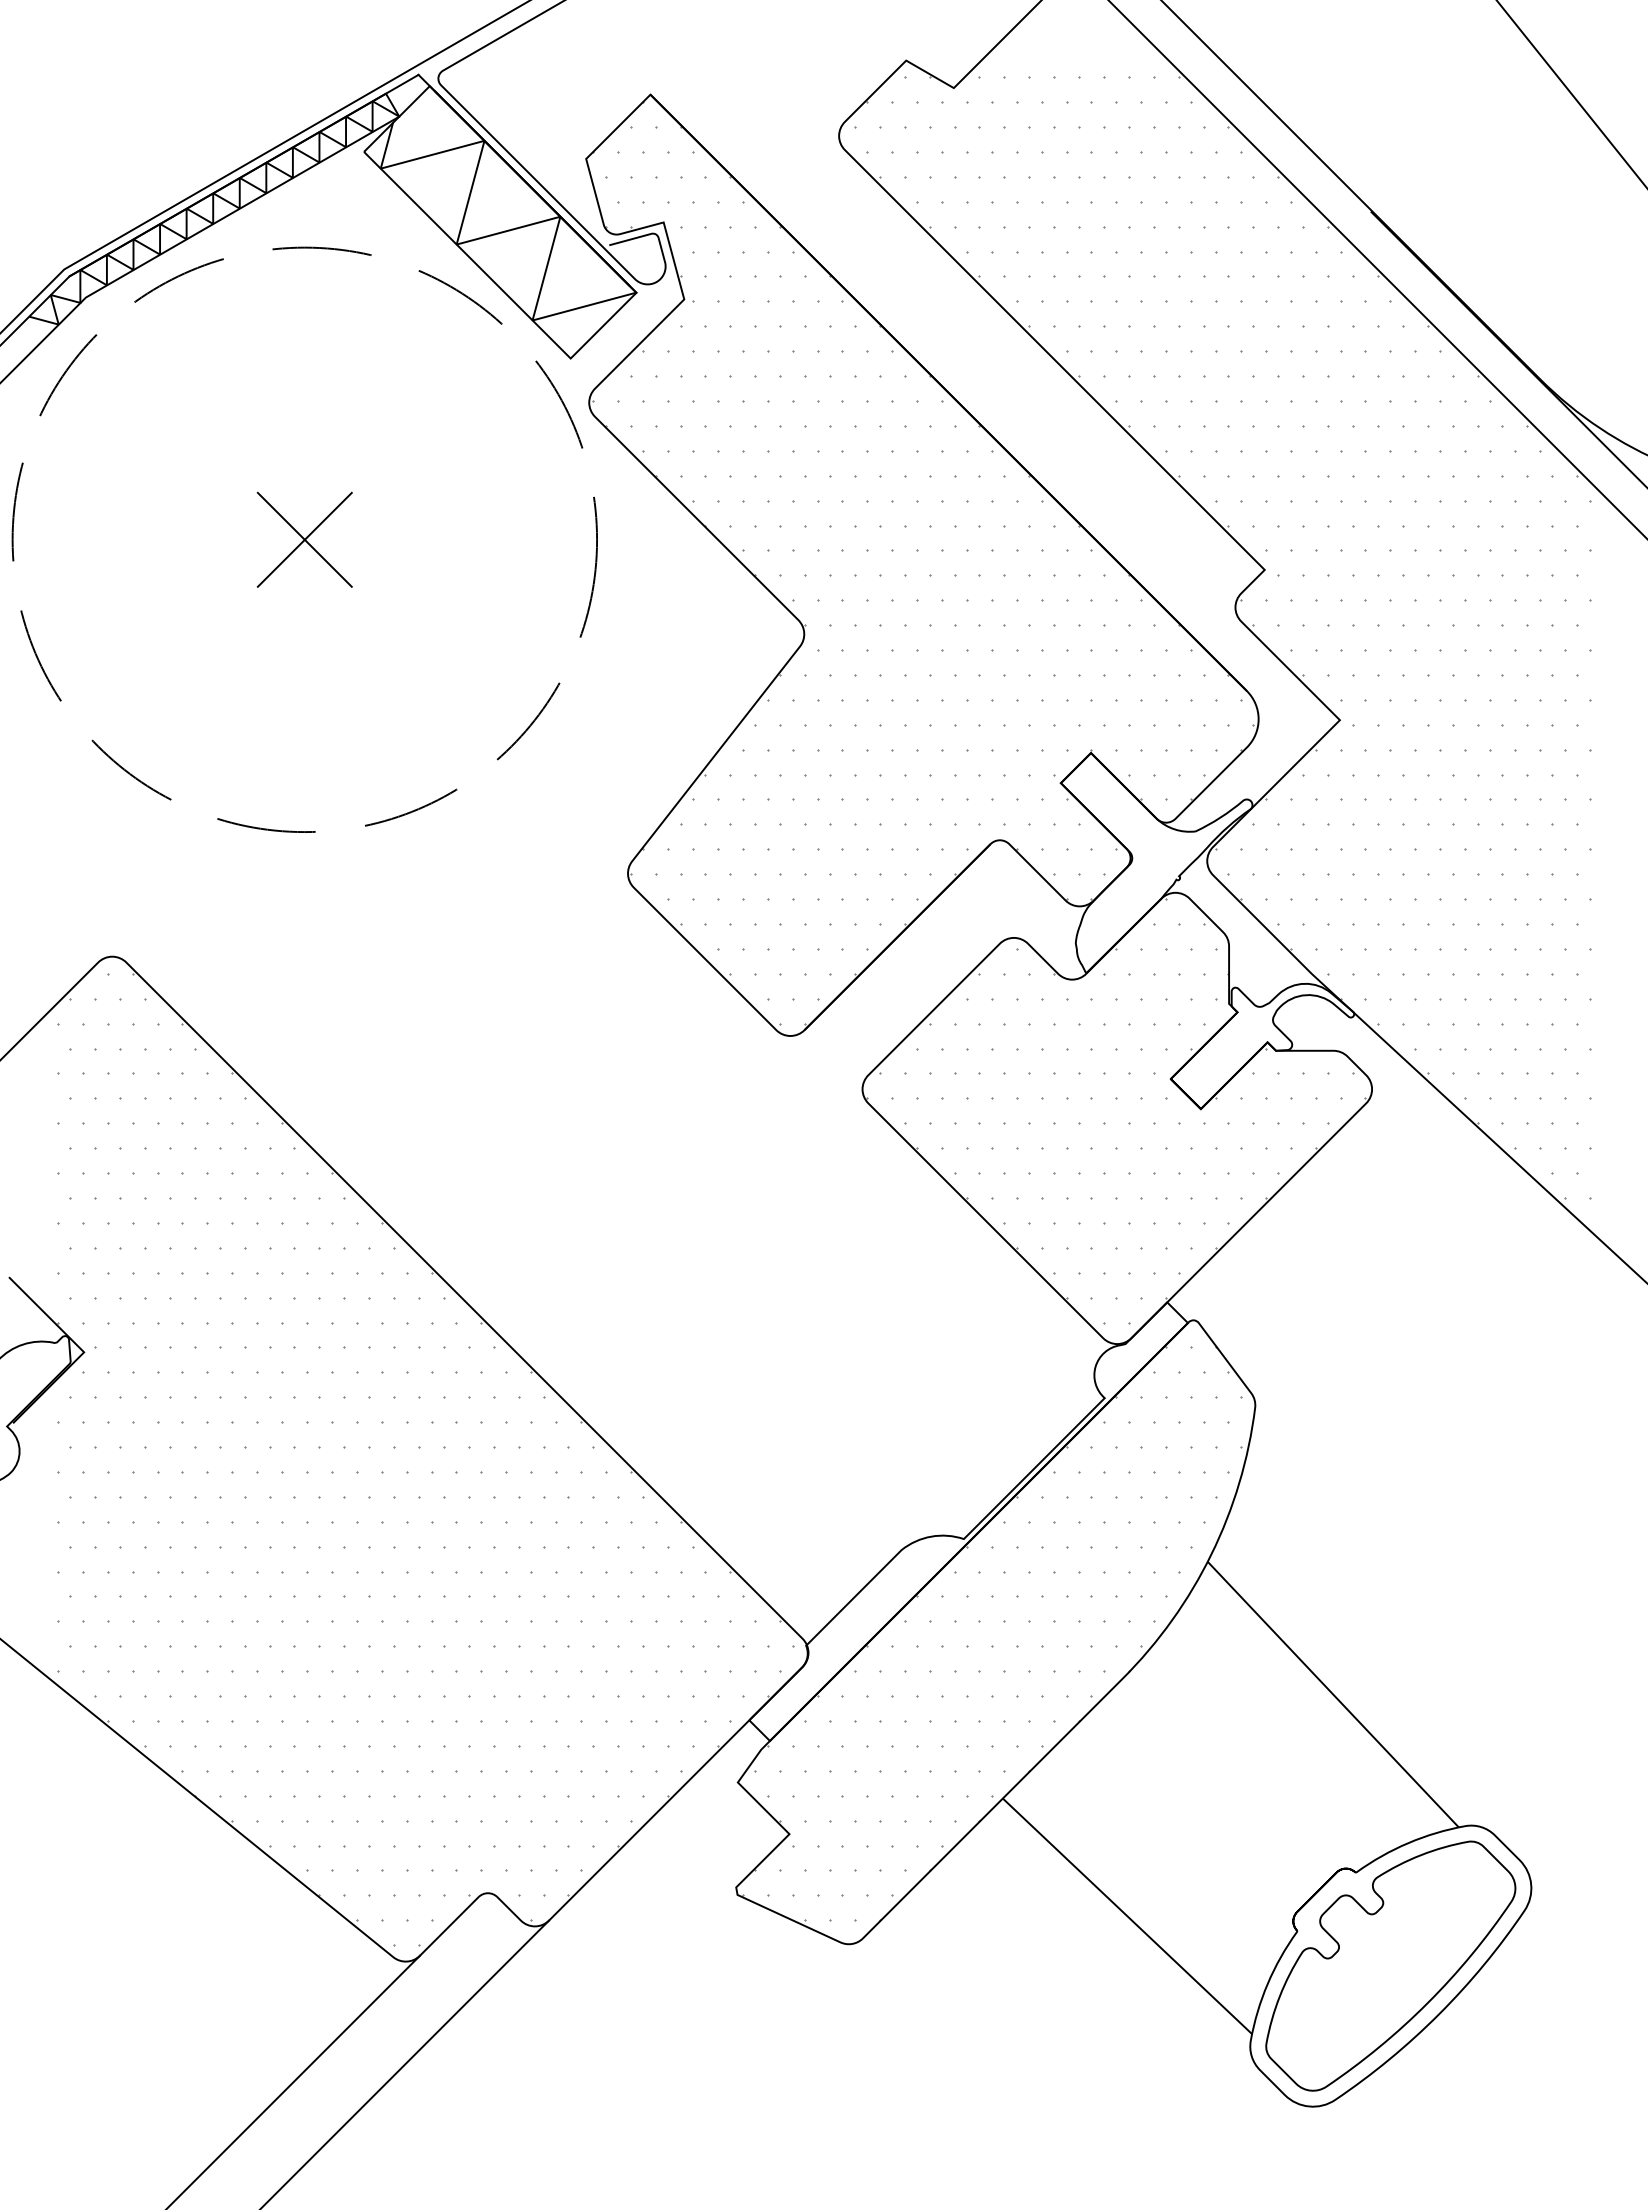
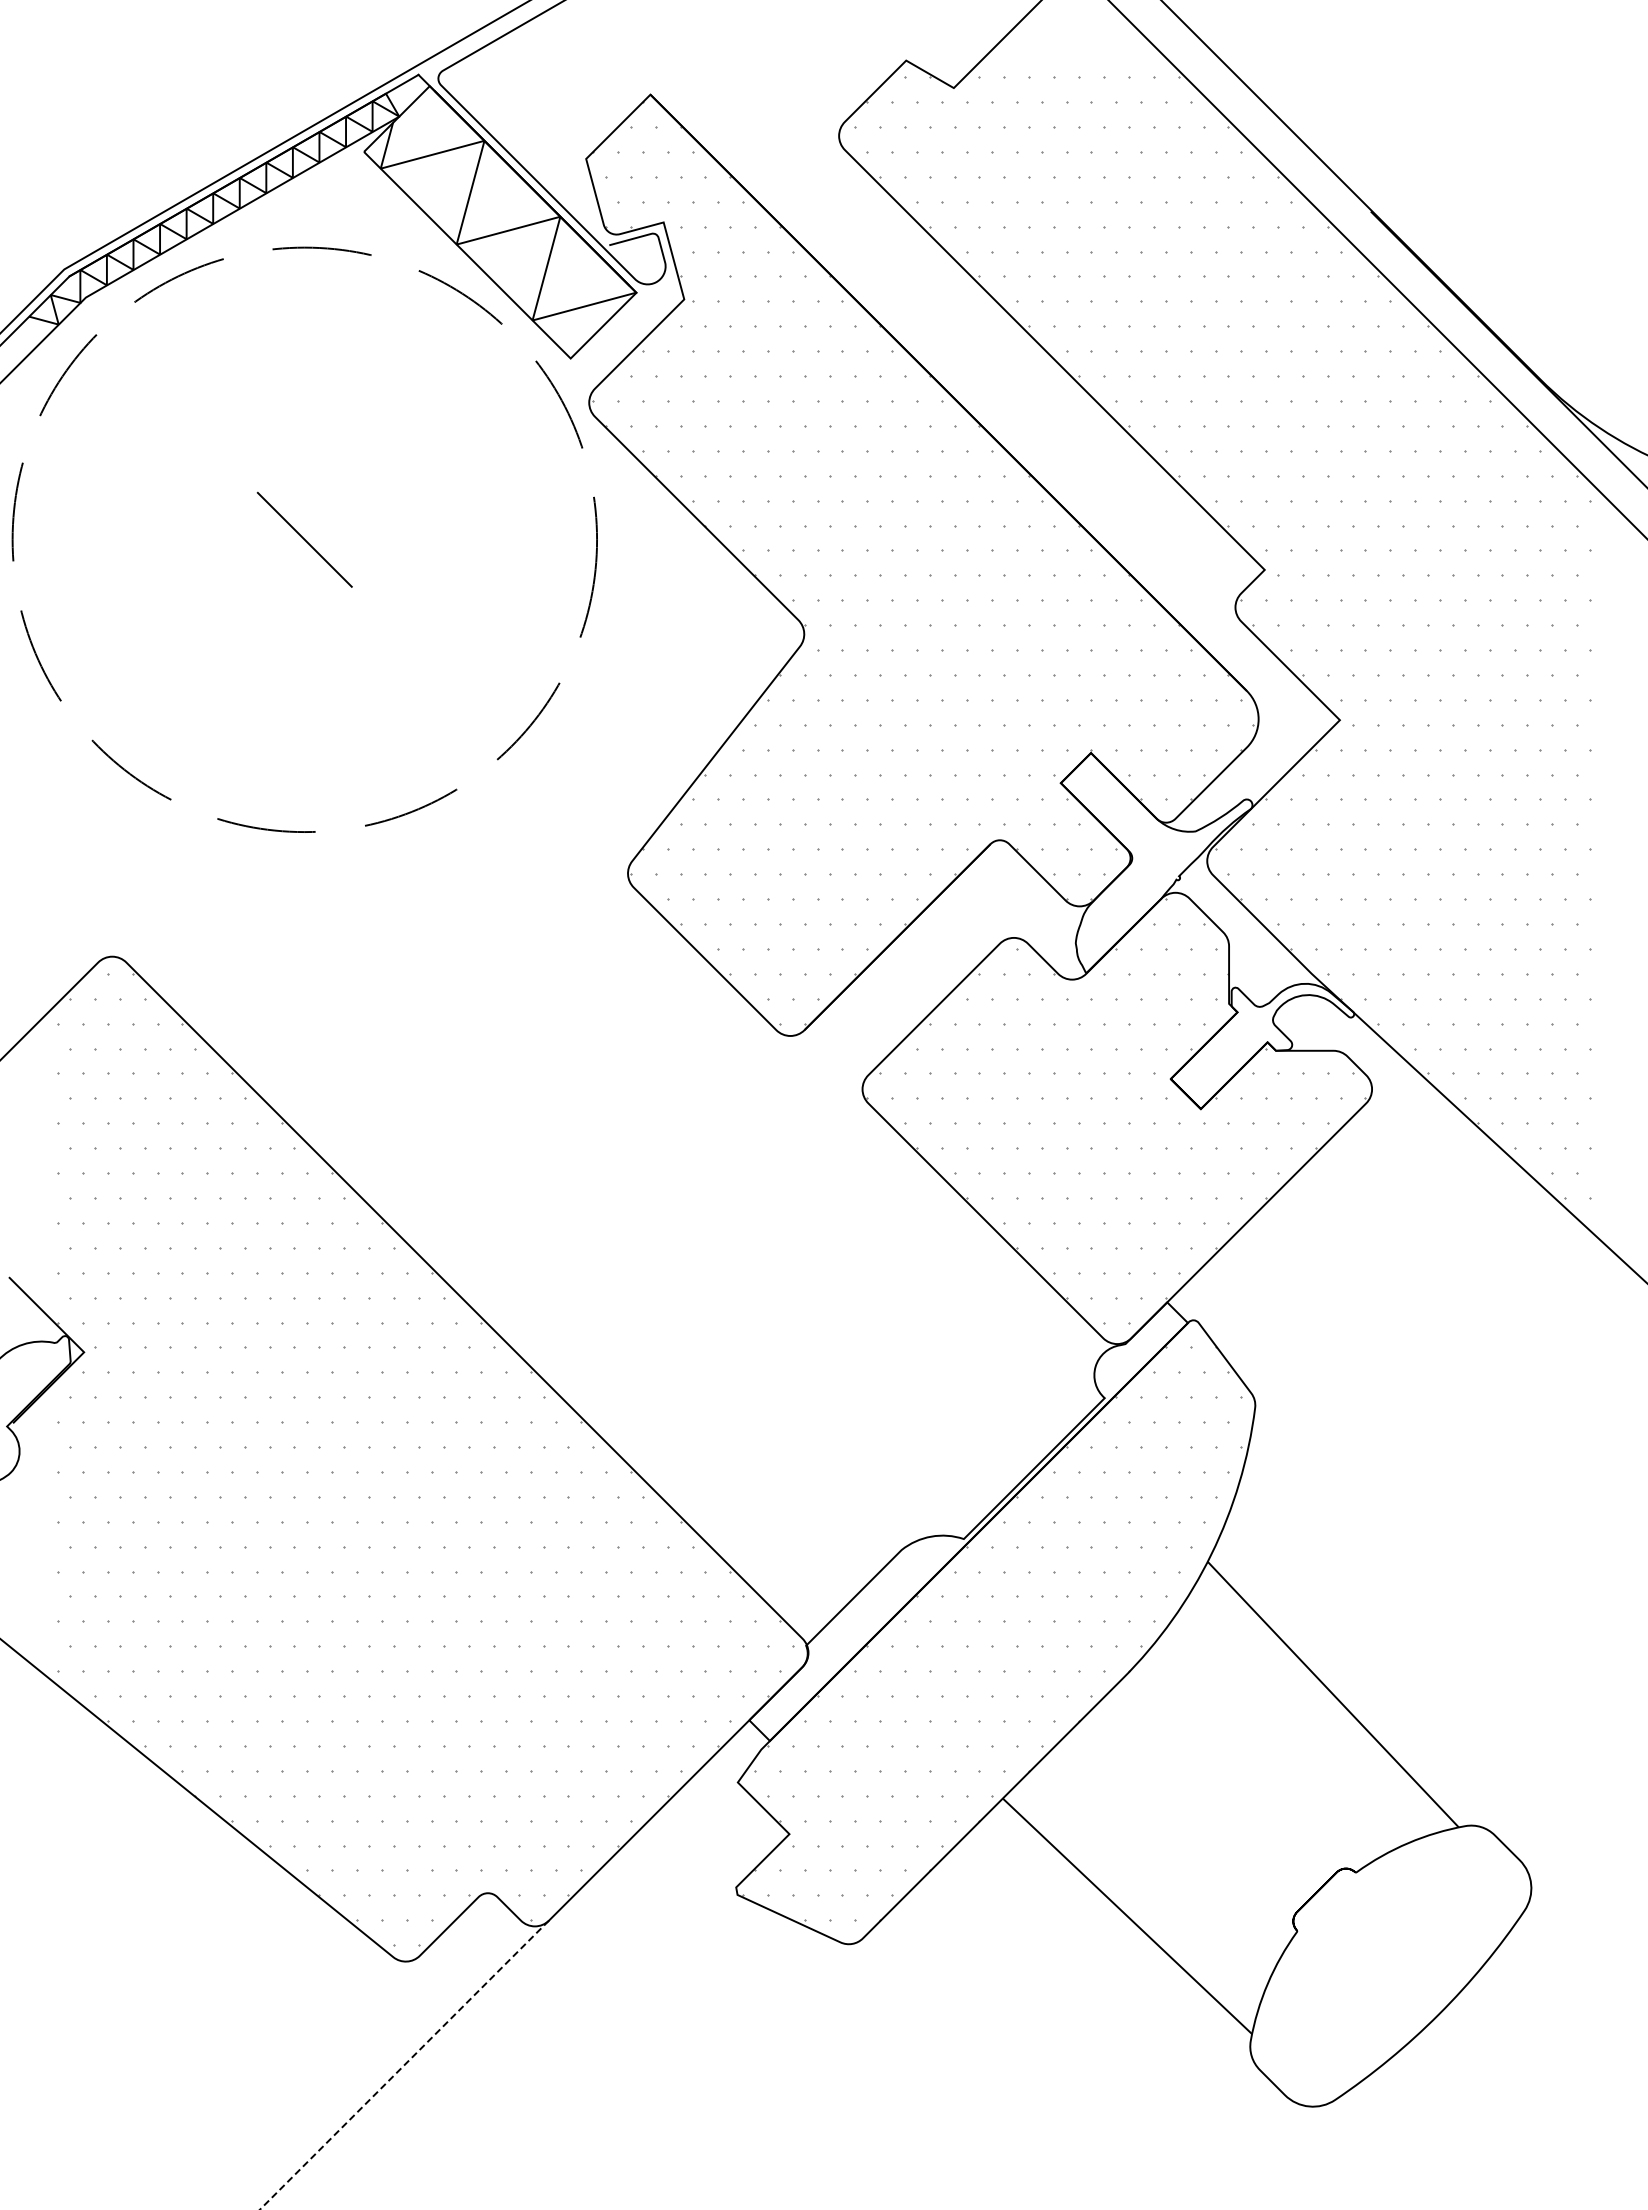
line at (1571, 93): present -> none
line at (304, 539): present -> none
part at (1390, 1965): present -> none
line at (404, 2065): solid -> dashed
line at (293, 2080): present -> none
